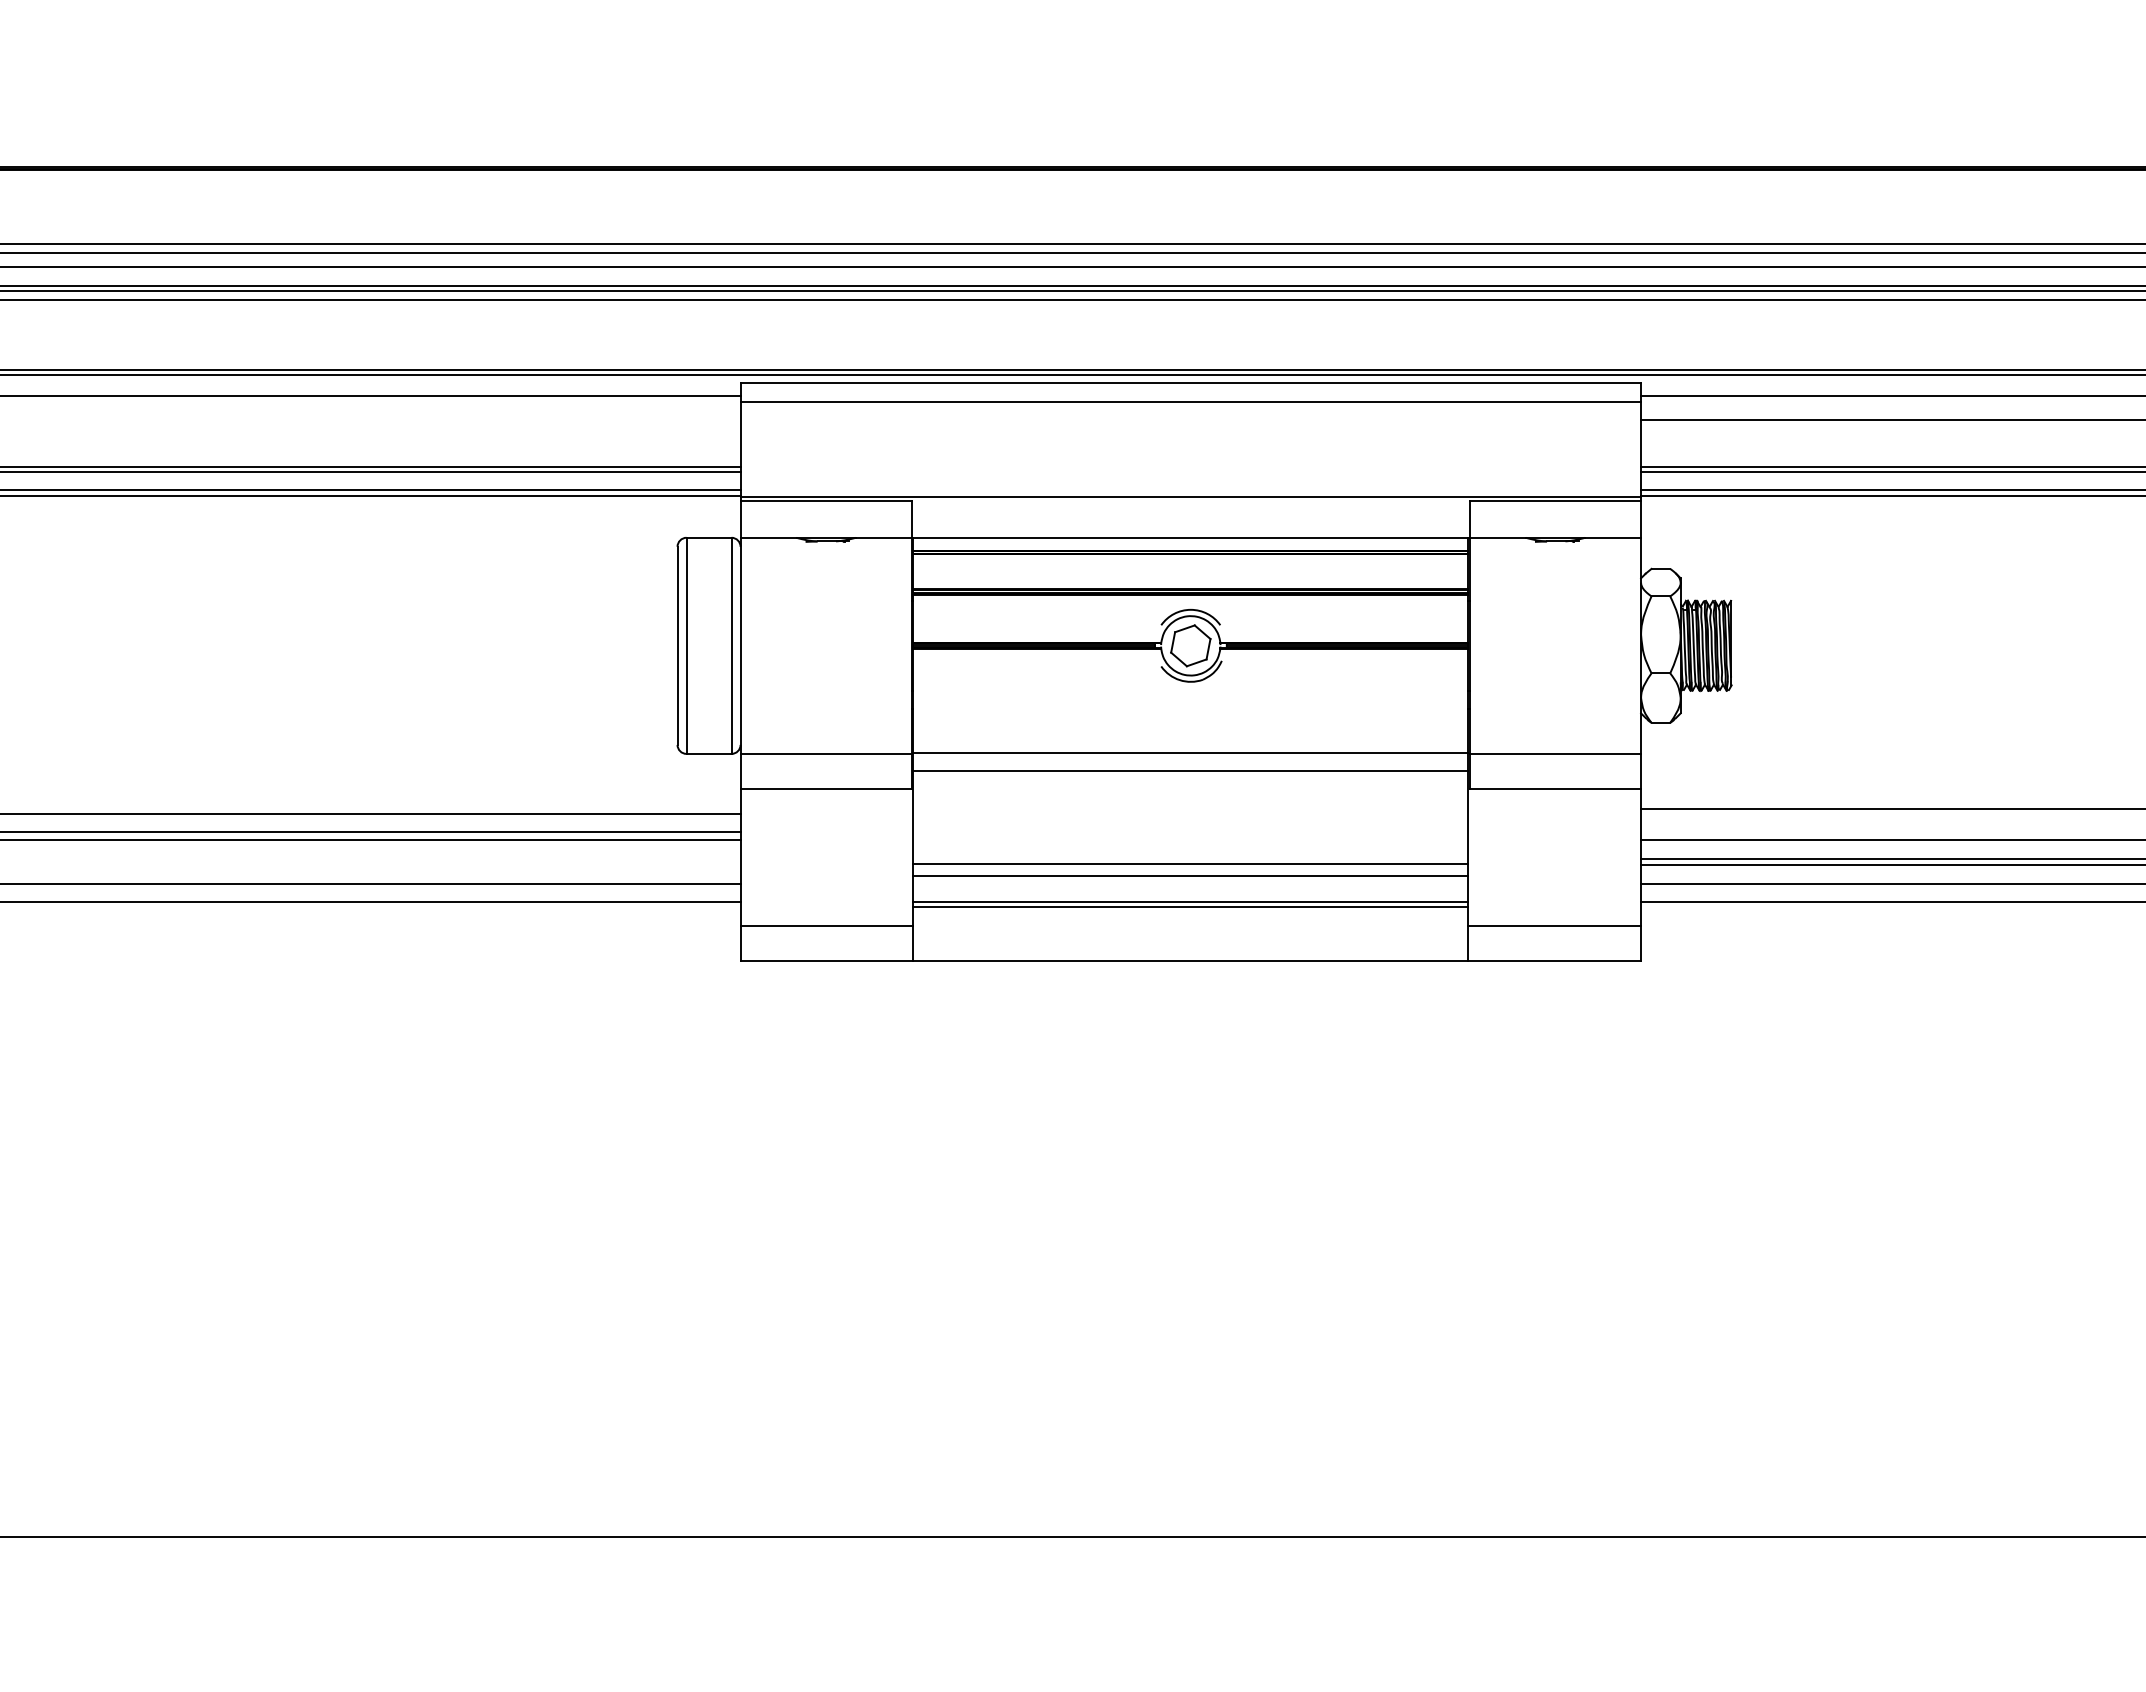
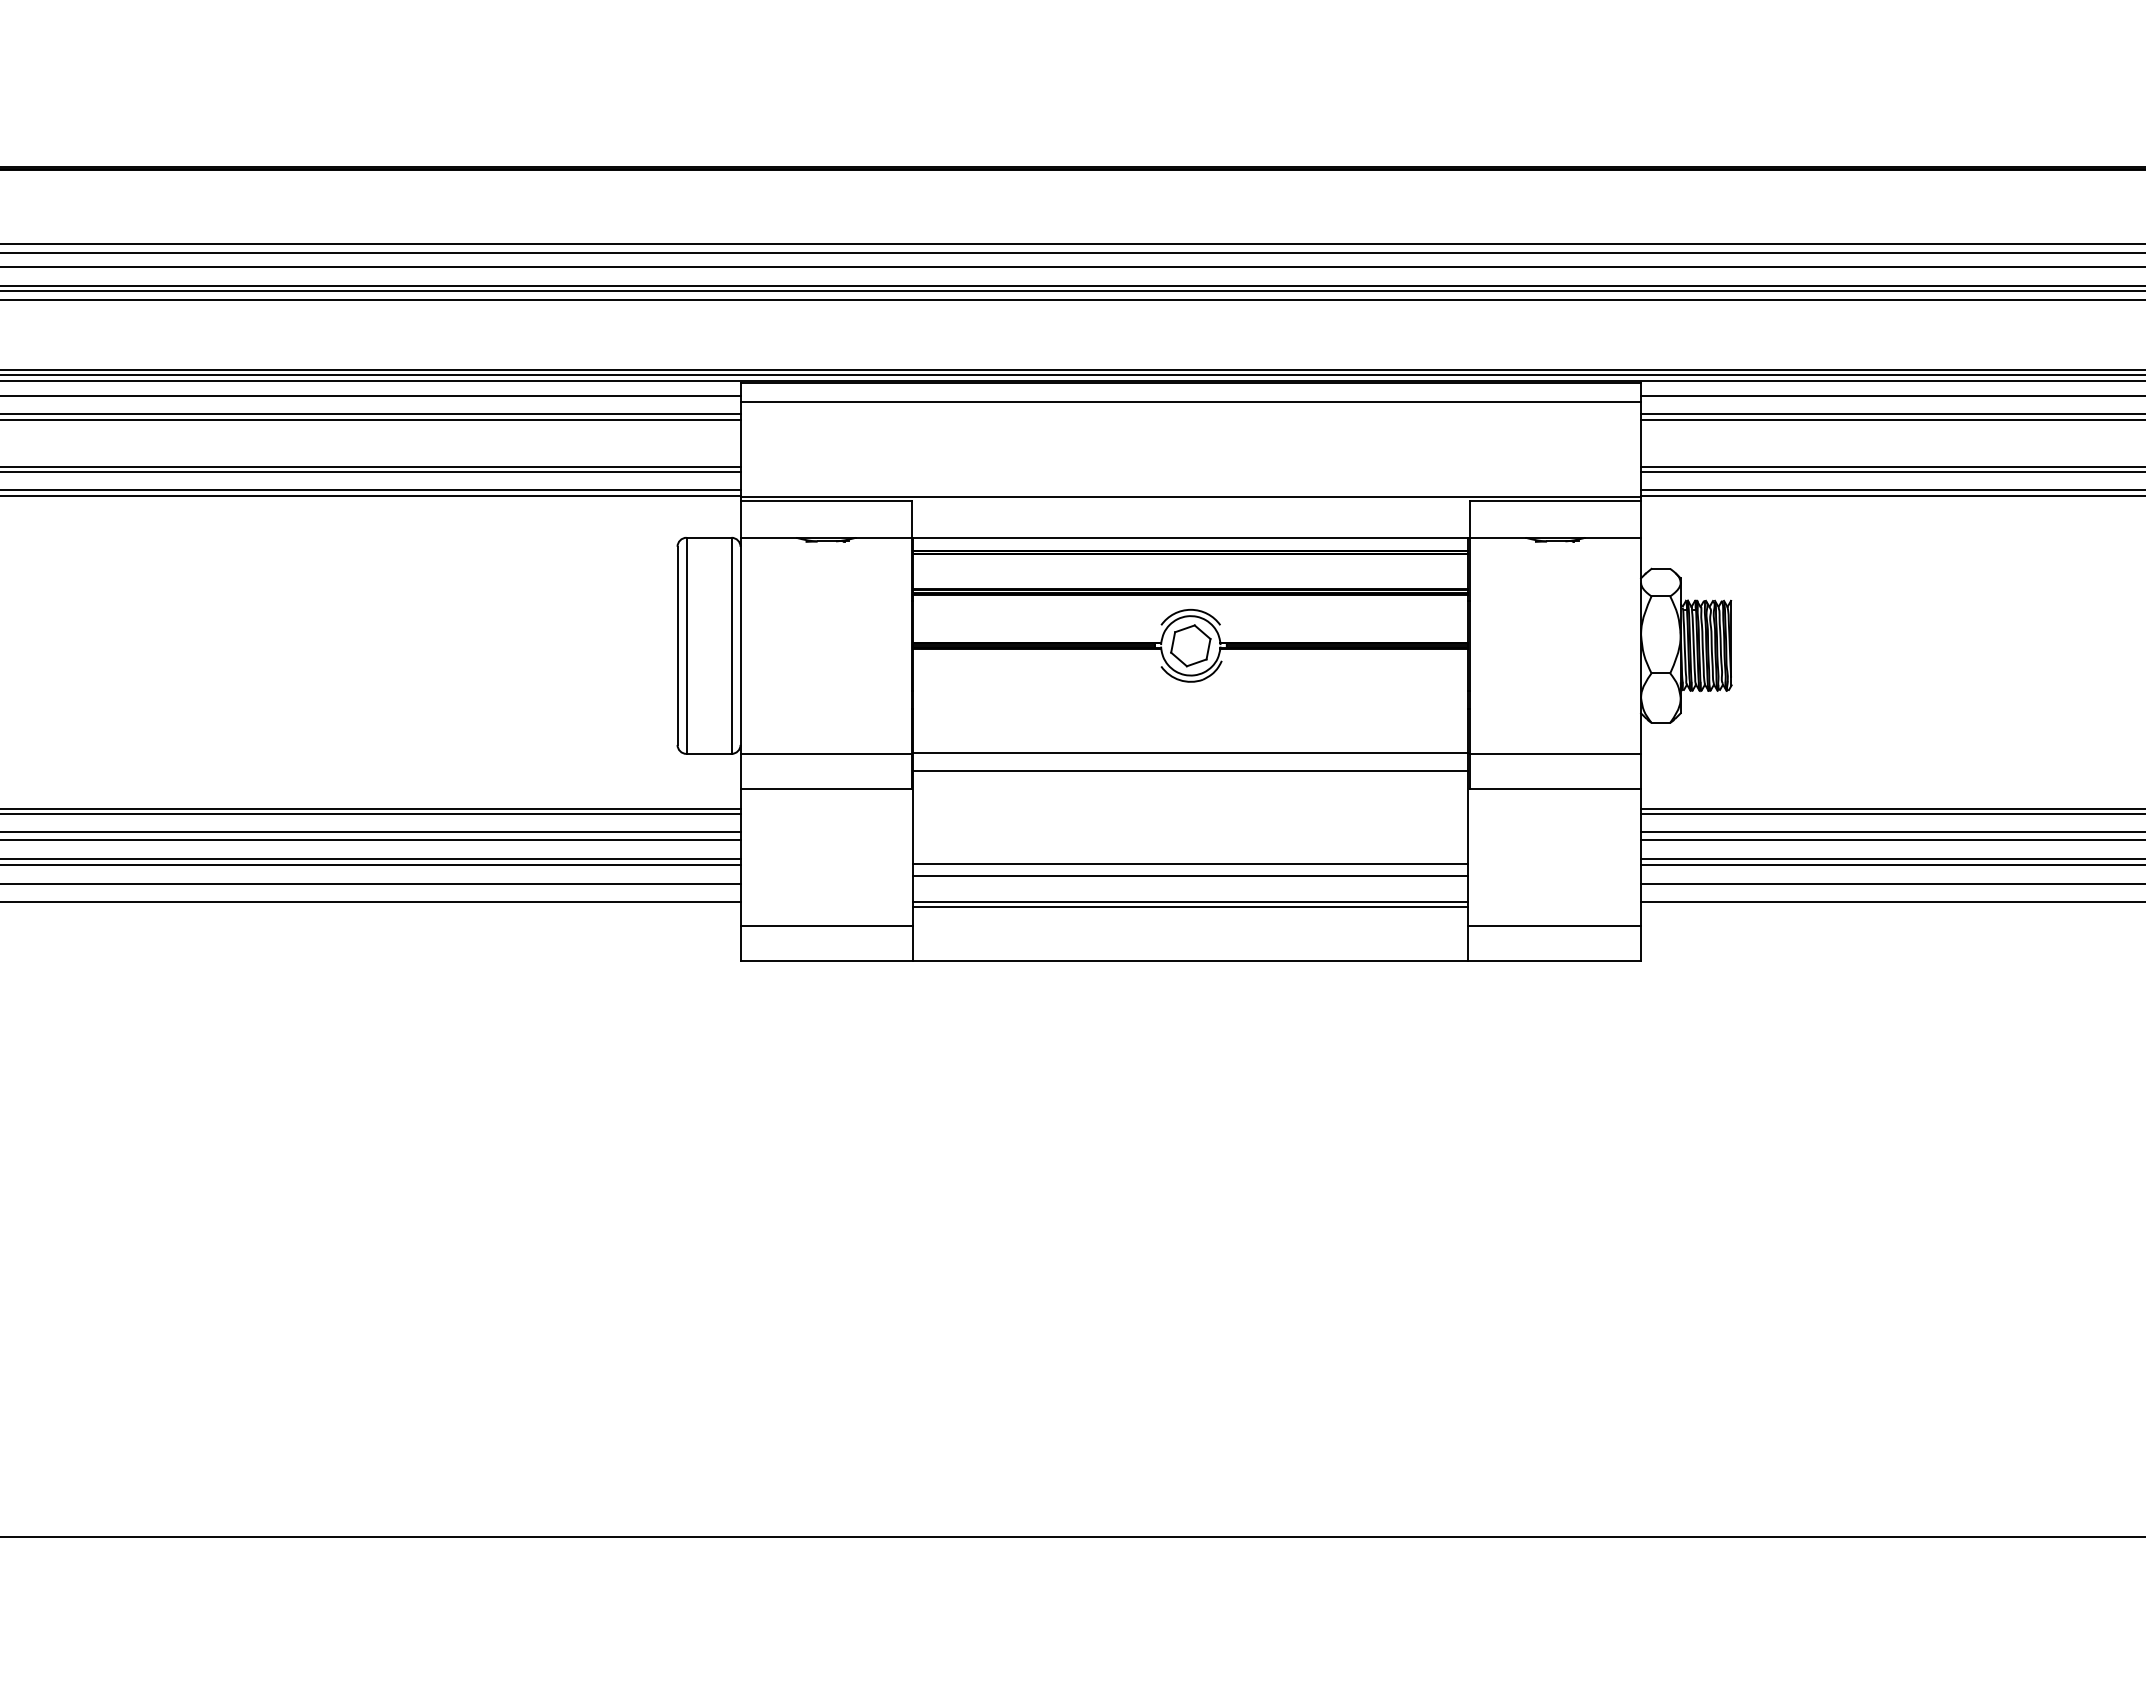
line at (1072, 380): none -> present
line at (371, 414): none -> present
line at (1891, 414): none -> present
line at (371, 419): none -> present
line at (371, 809): none -> present
line at (1891, 814): none -> present
line at (1891, 832): none -> present
line at (371, 859): none -> present
line at (371, 864): none -> present
